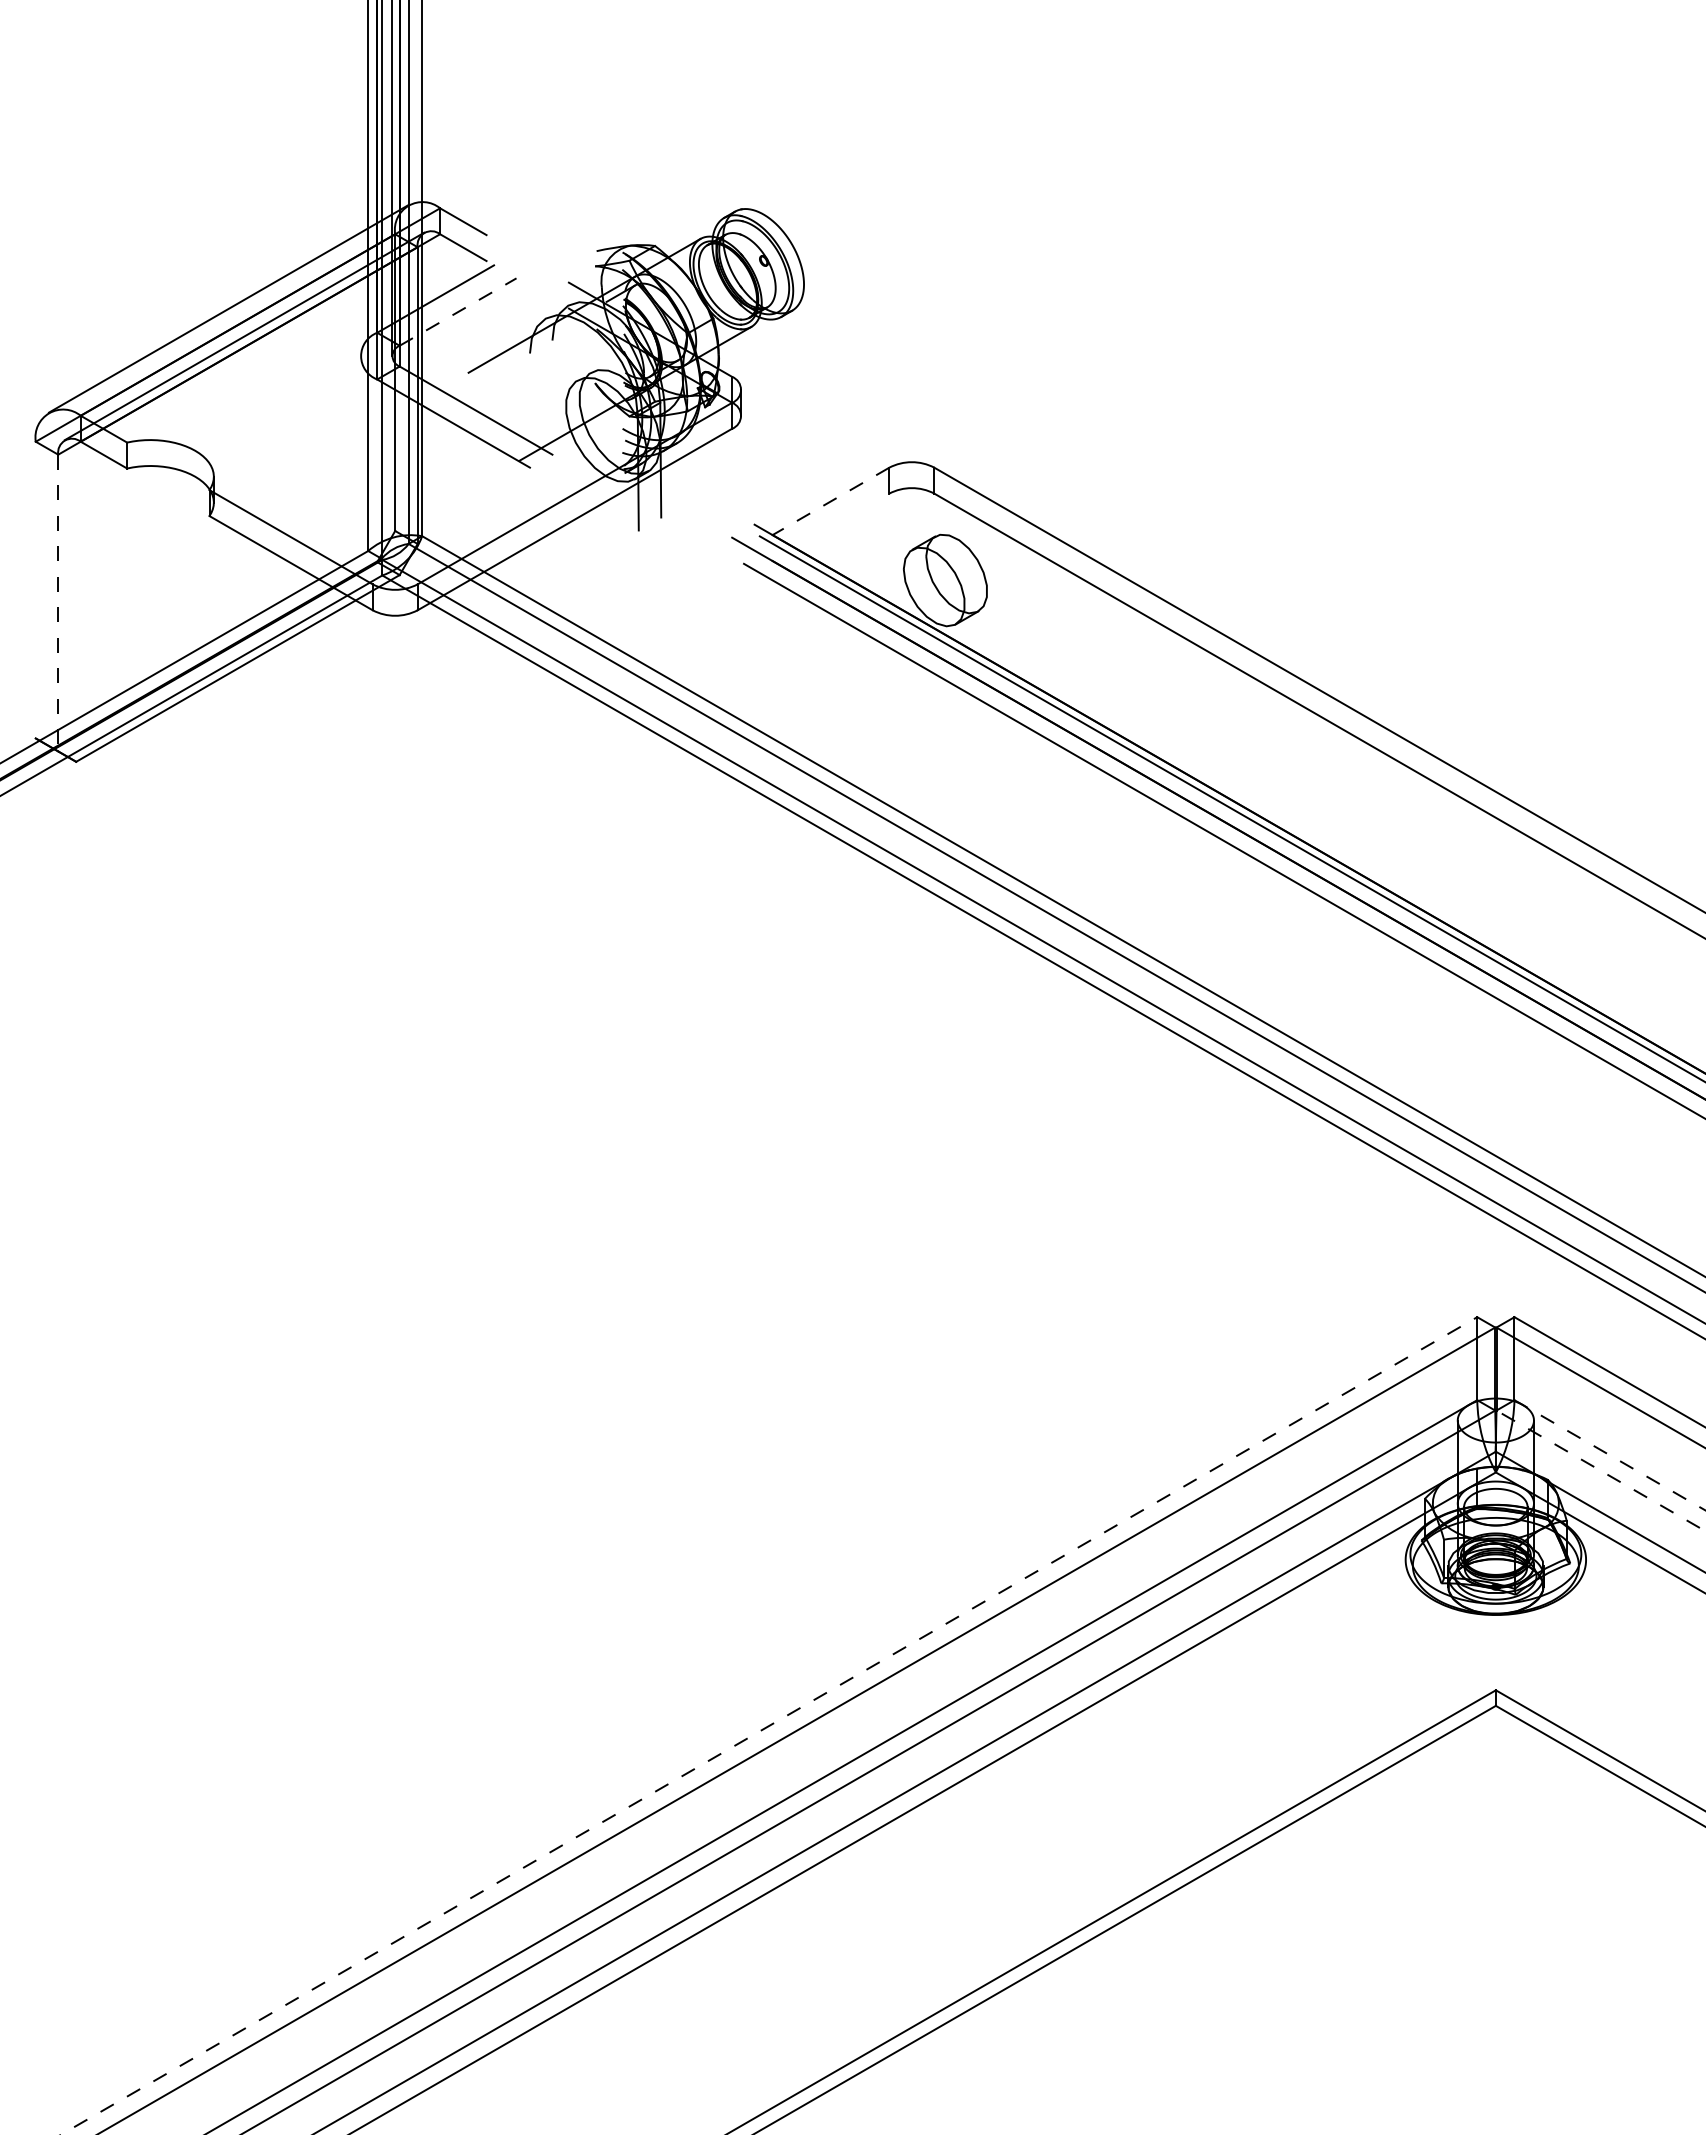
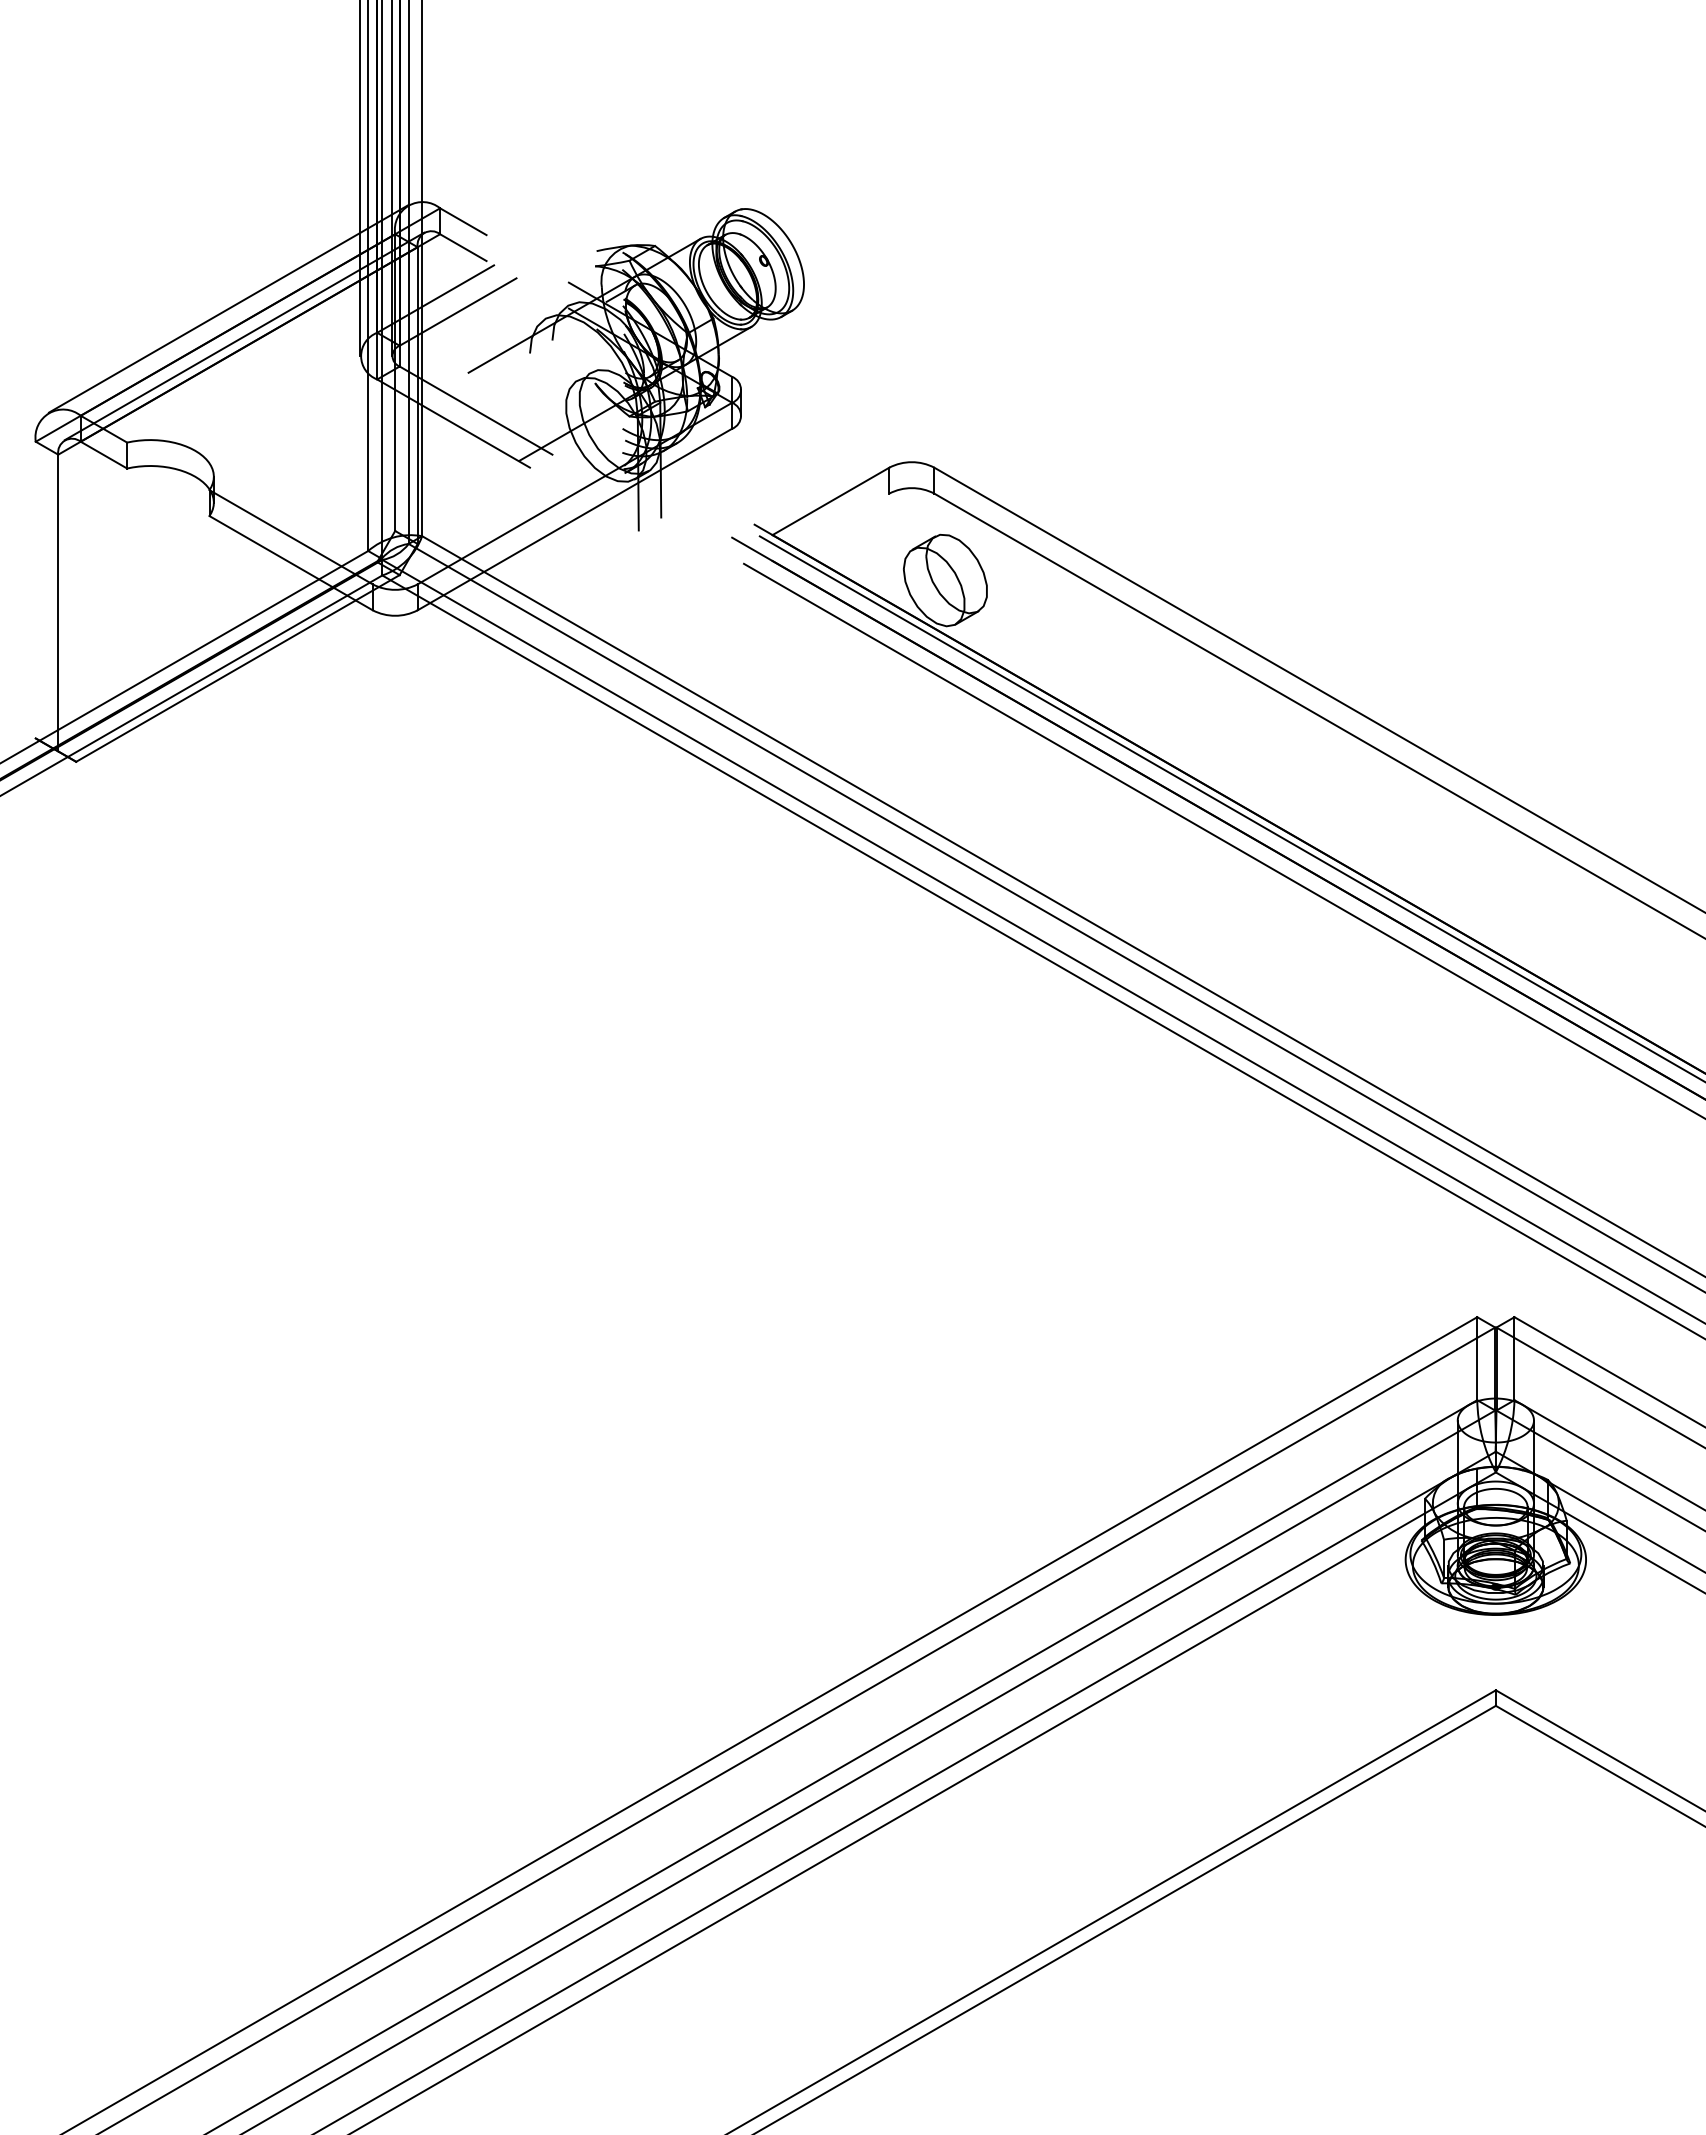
line at (360, 179): none -> present
line at (458, 311): dashed -> solid
line at (830, 501): dashed -> solid
line at (58, 603): dashed -> solid
line at (1610, 1455): dashed -> solid
line at (1600, 1470): dashed -> solid
line at (768, 1726): dashed -> solid
